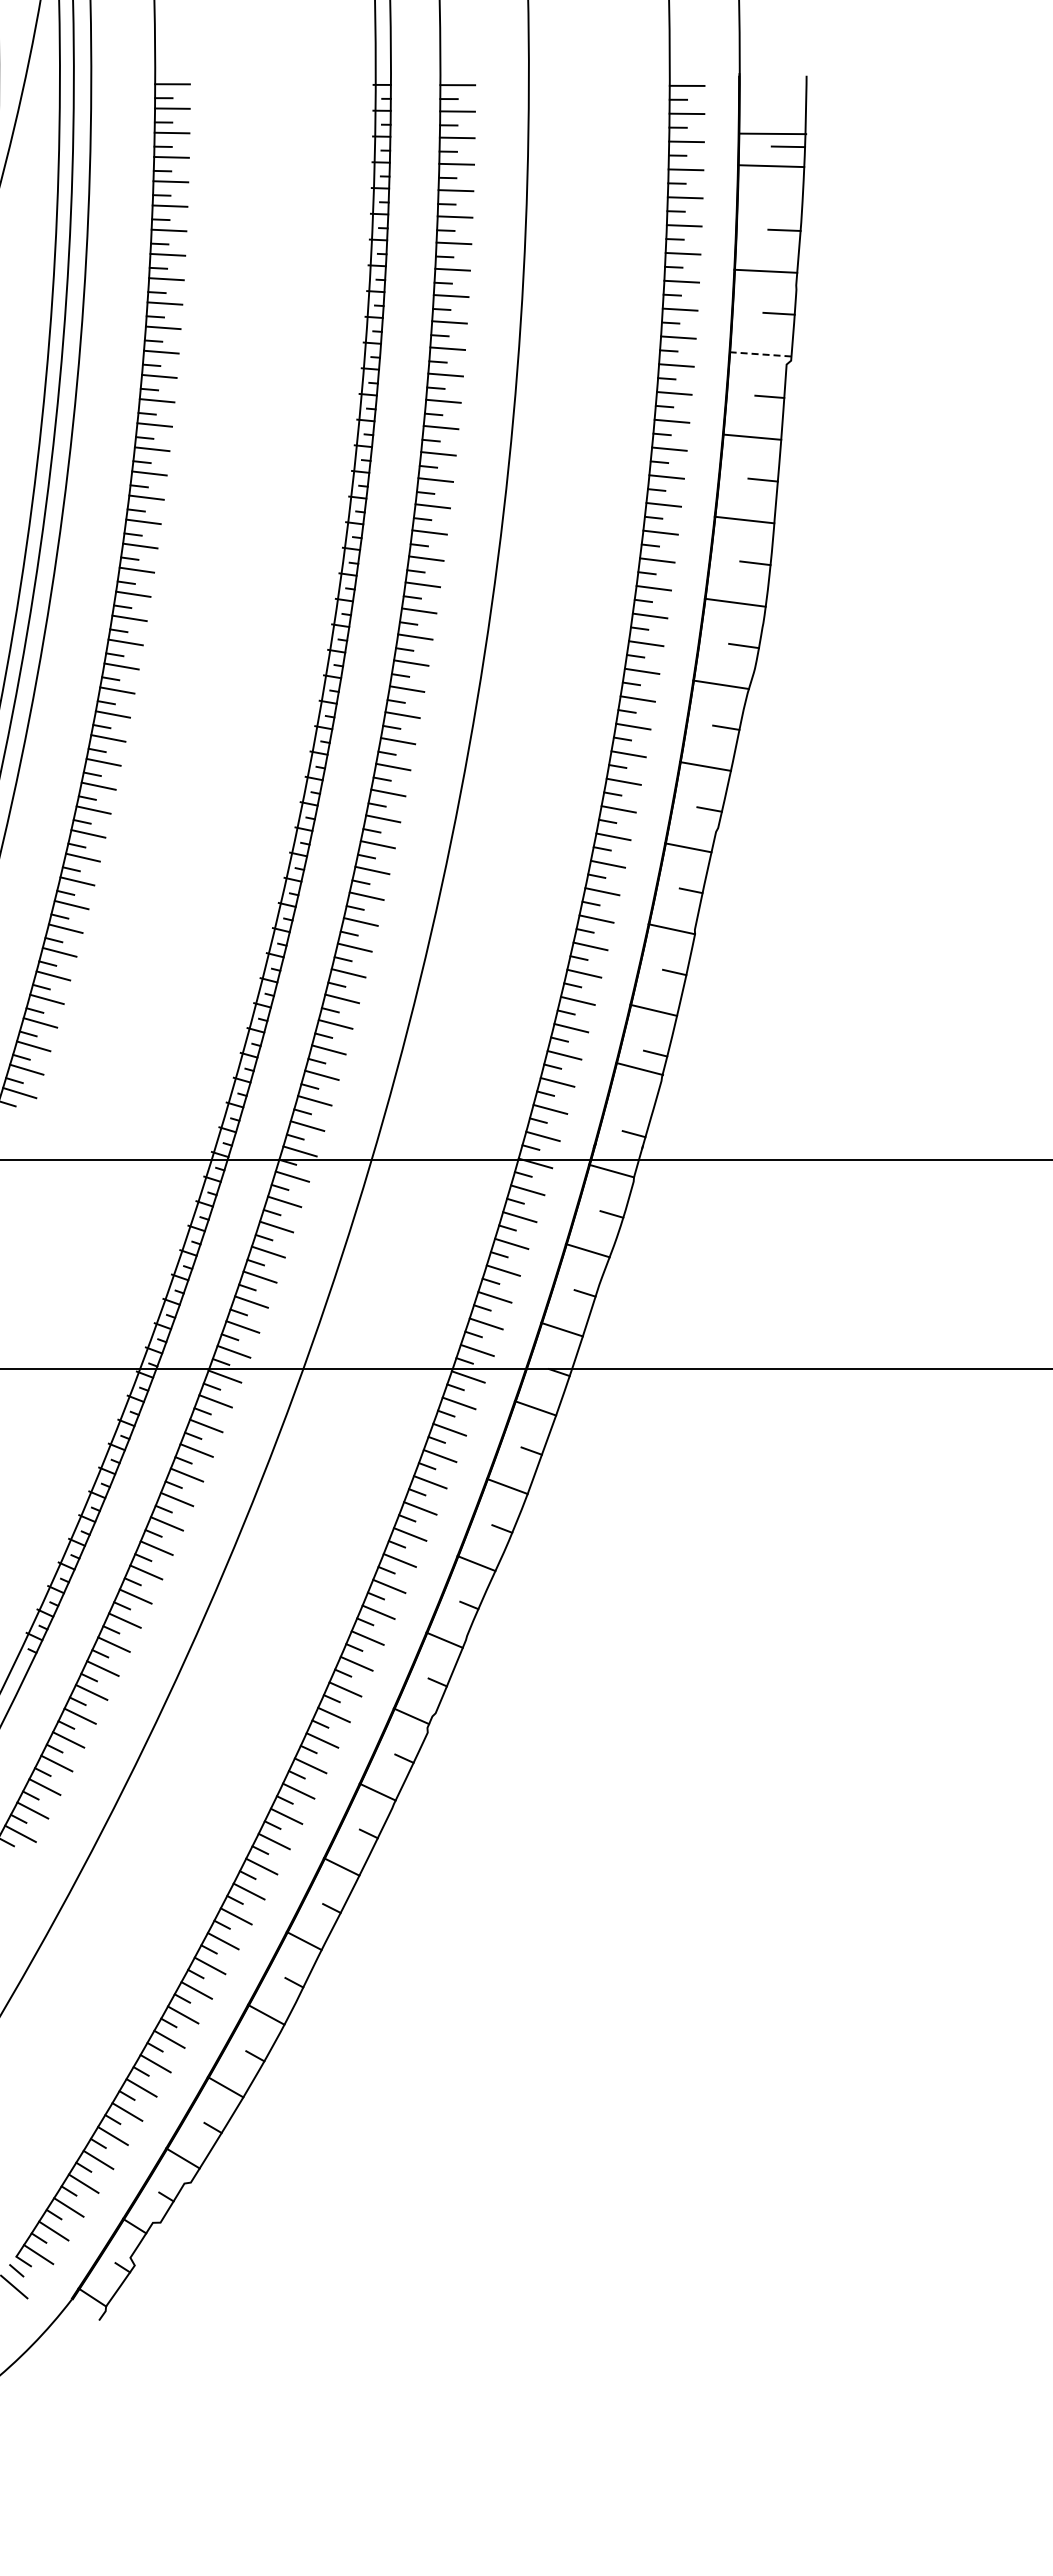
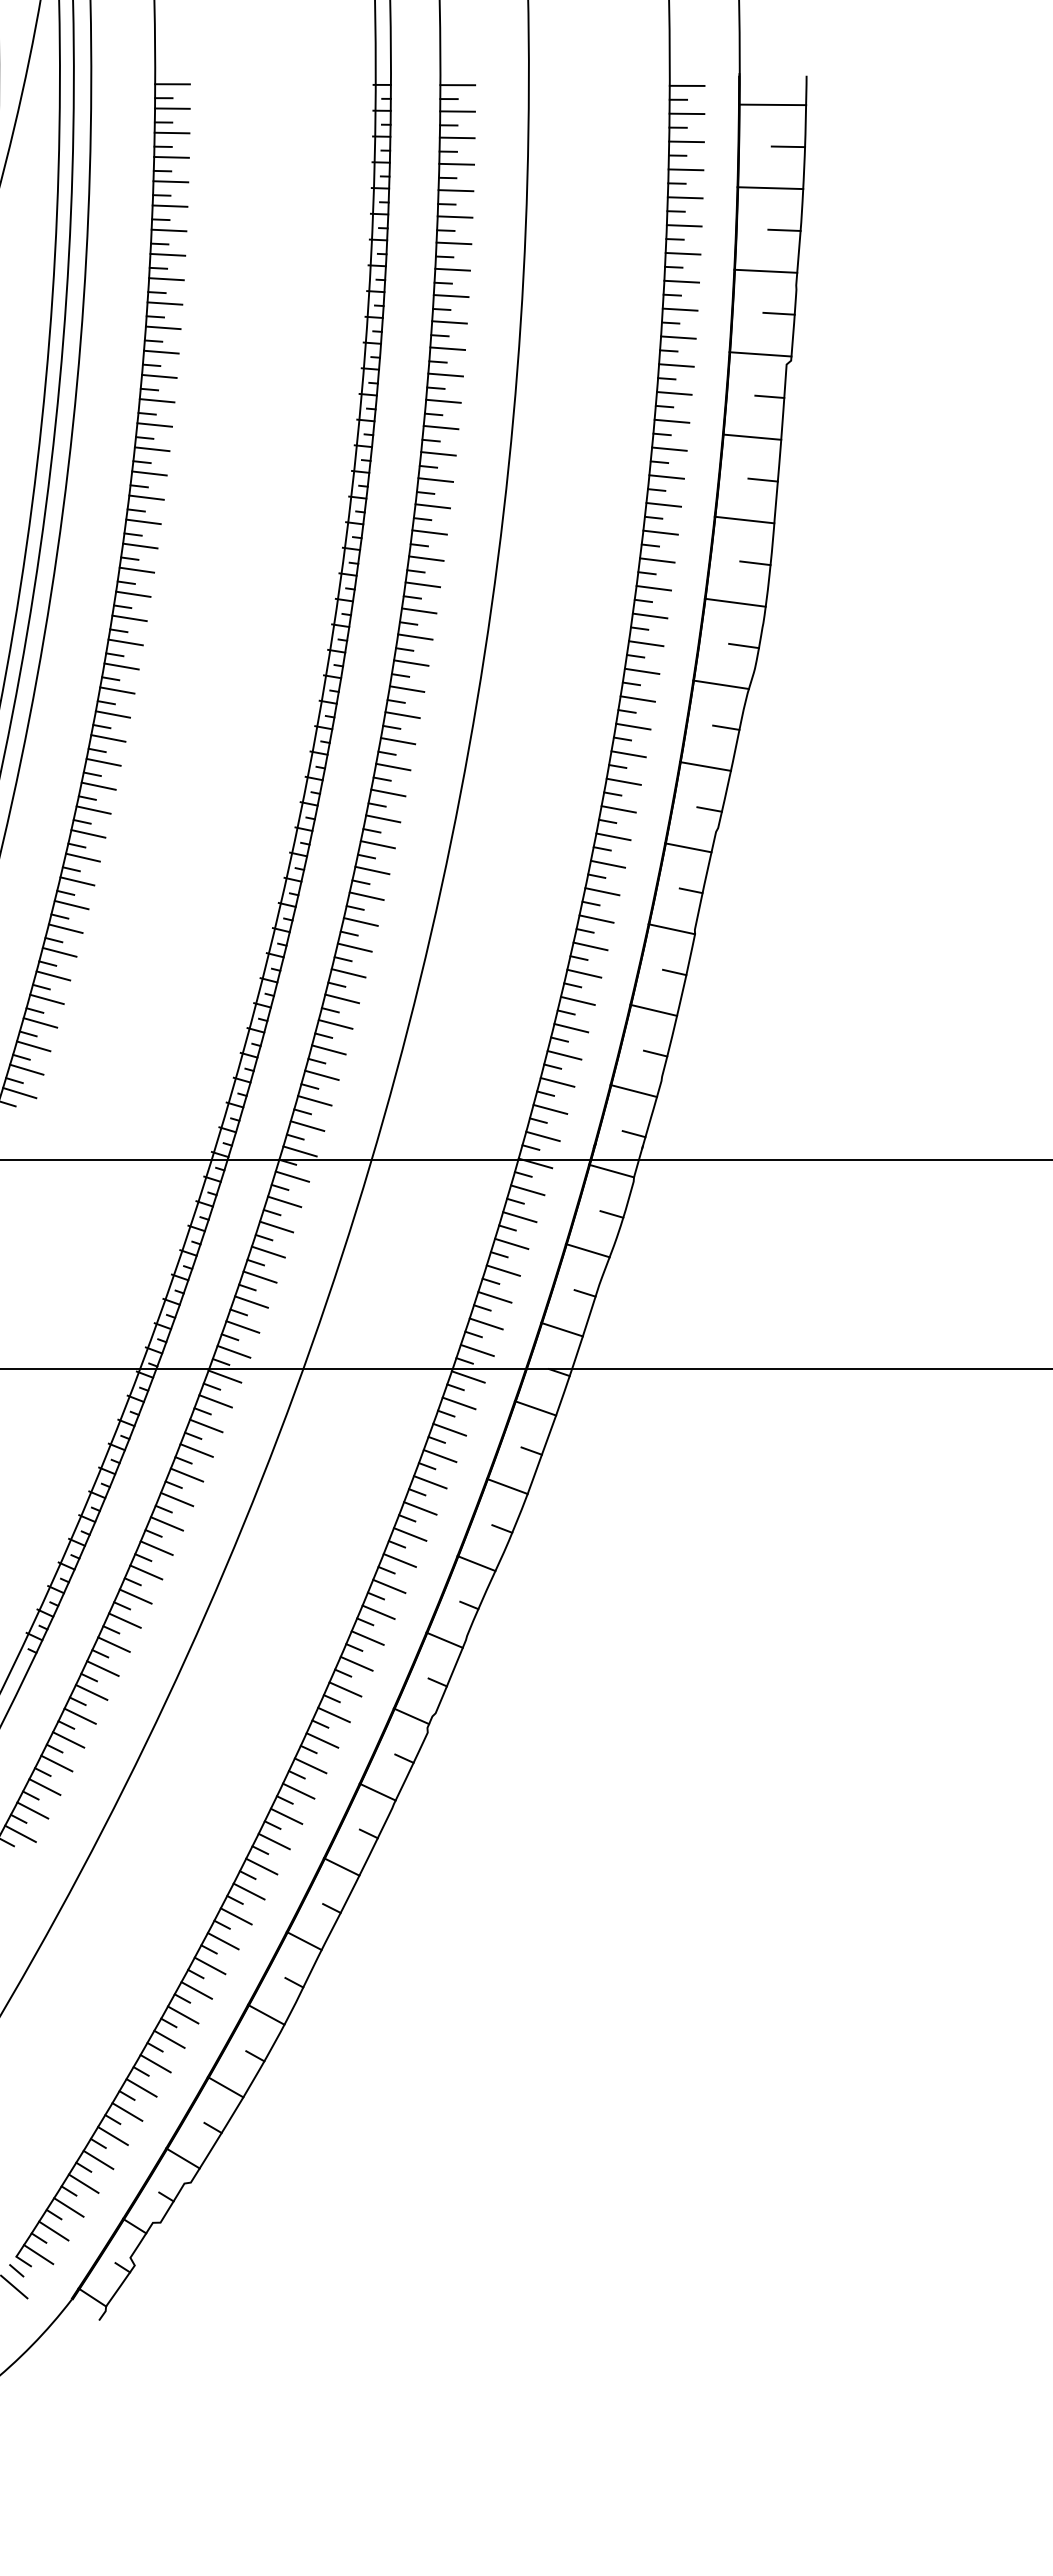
line at (772, 133) position: (772, 133) -> (772, 104)
line at (771, 166) position: (771, 166) -> (770, 188)
line at (759, 354): dashed -> solid
line at (639, 1069) position: (639, 1069) -> (633, 1091)
